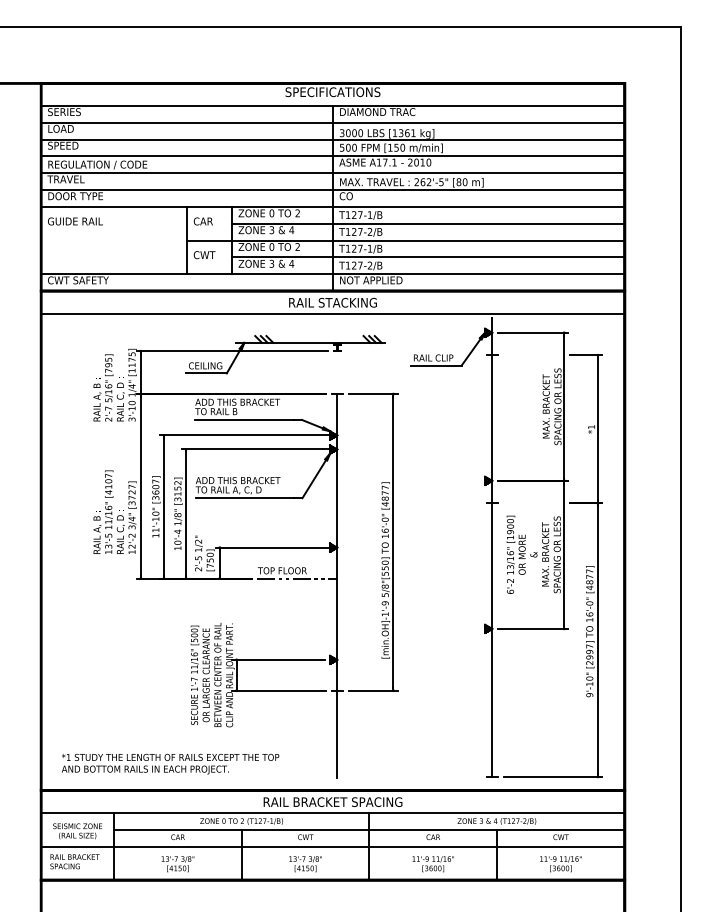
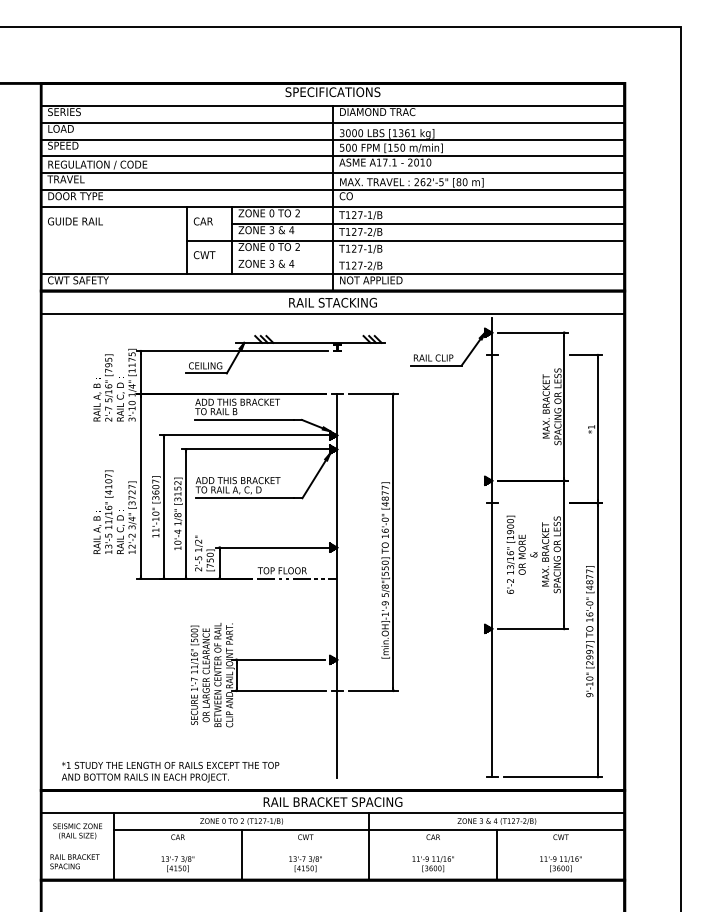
line at (427, 257): present -> none
text at (170, 763) position: (170, 763) -> (170, 771)
line at (332, 846): present -> none
